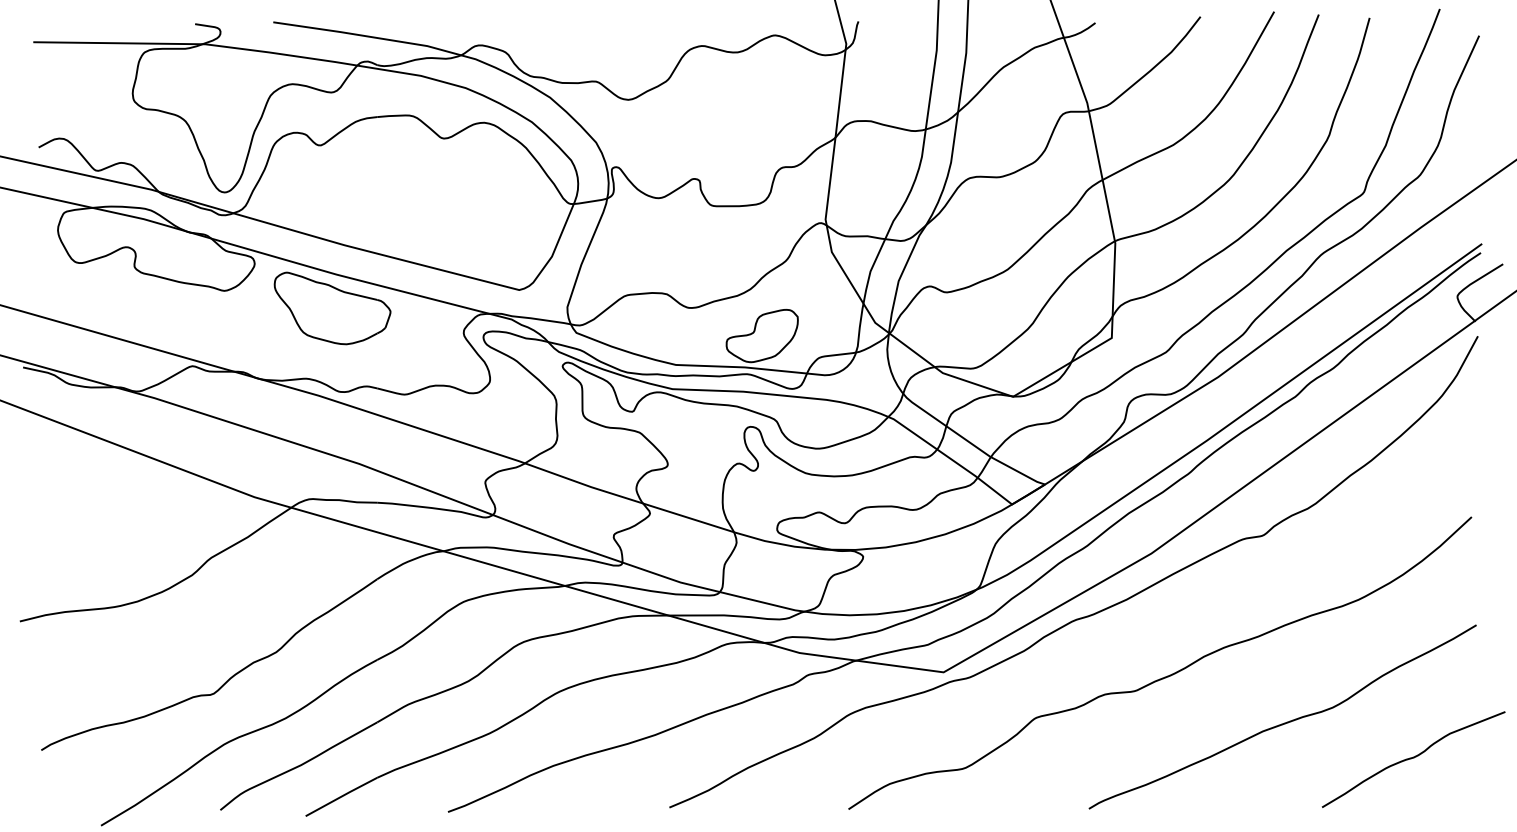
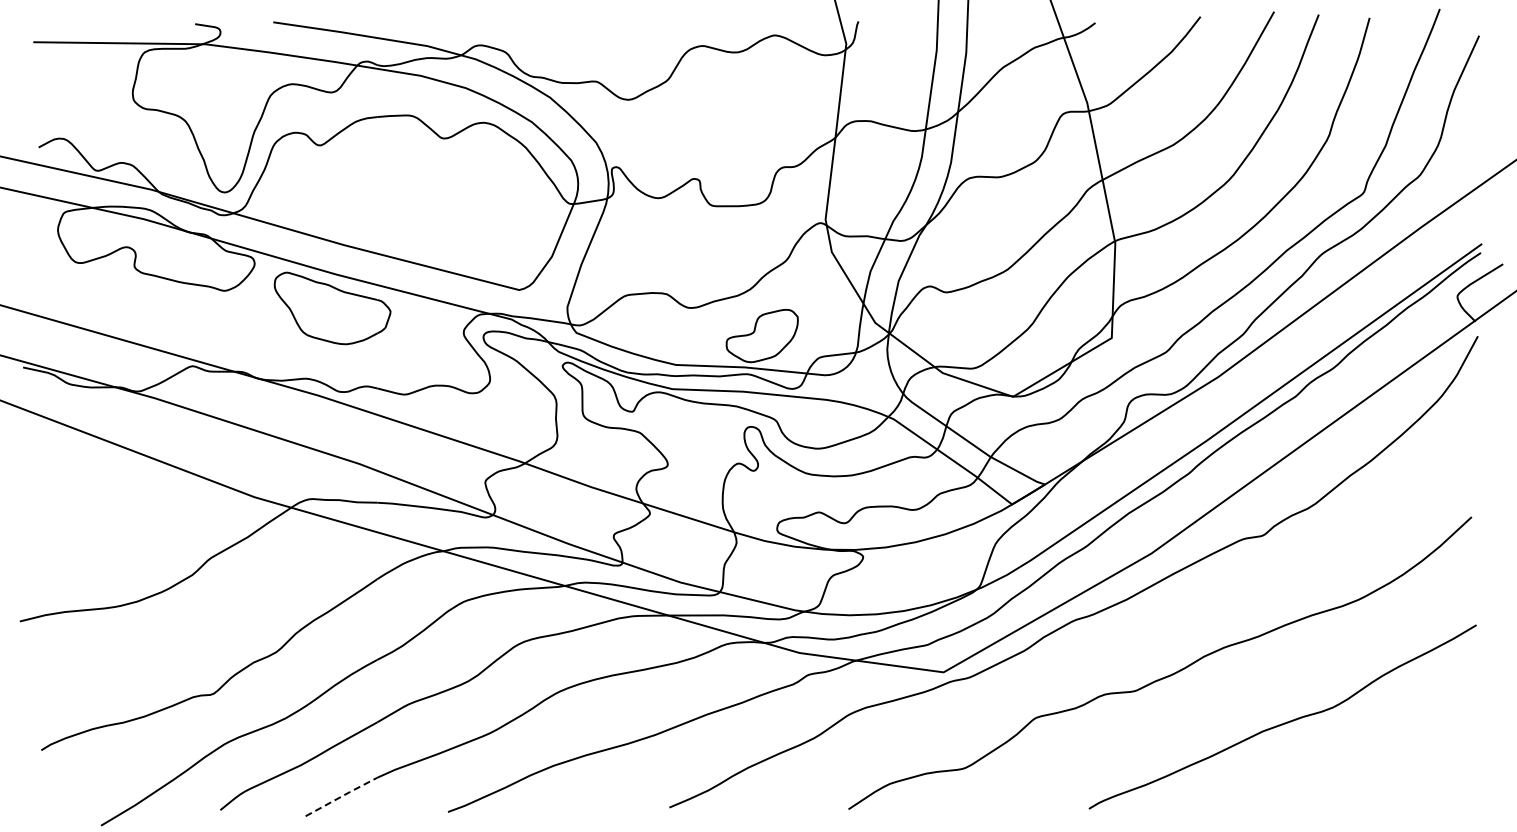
curve at (1413, 758): present -> none
line at (342, 796): solid -> dashed
